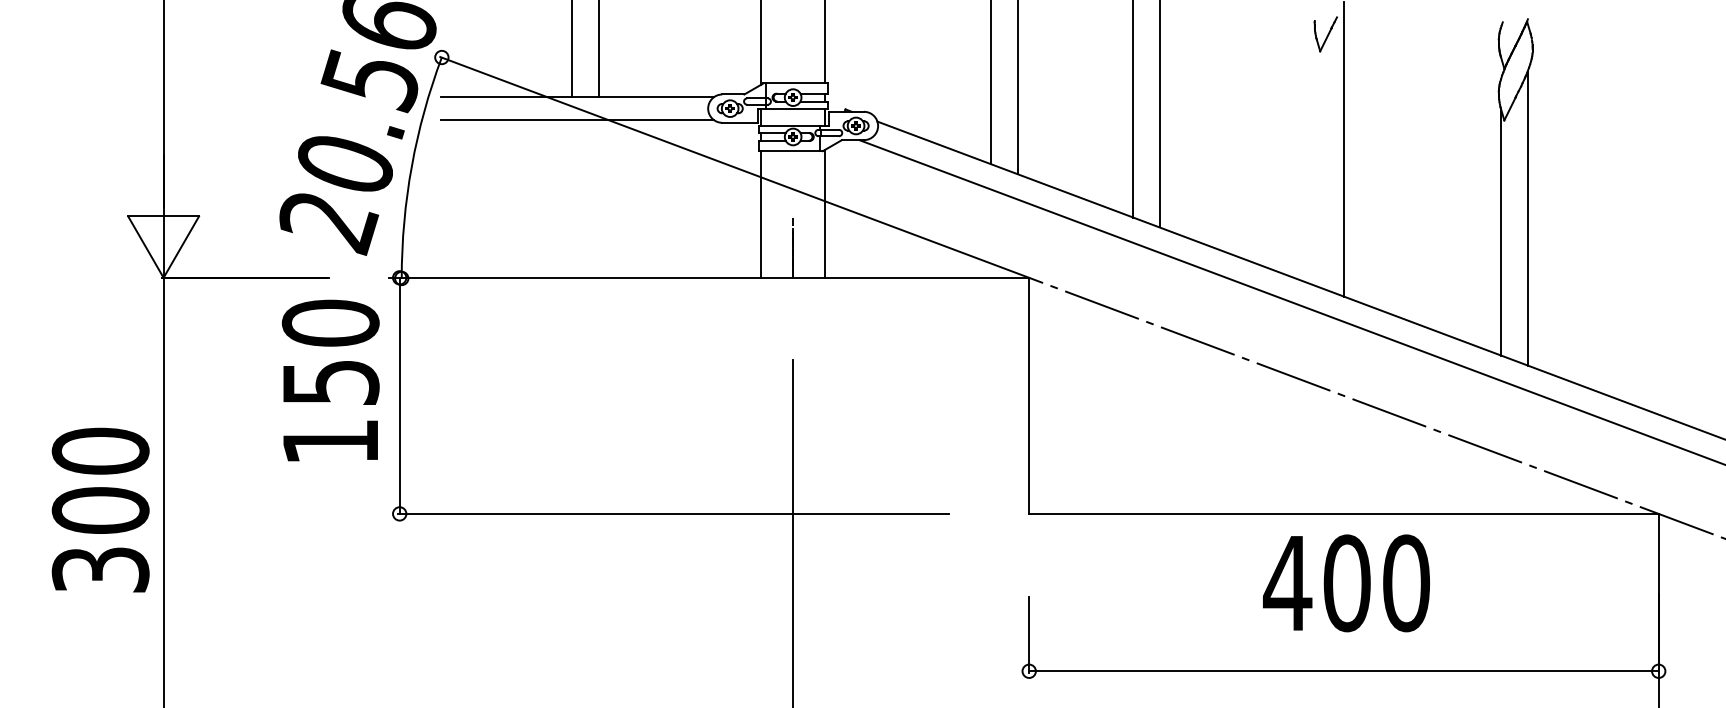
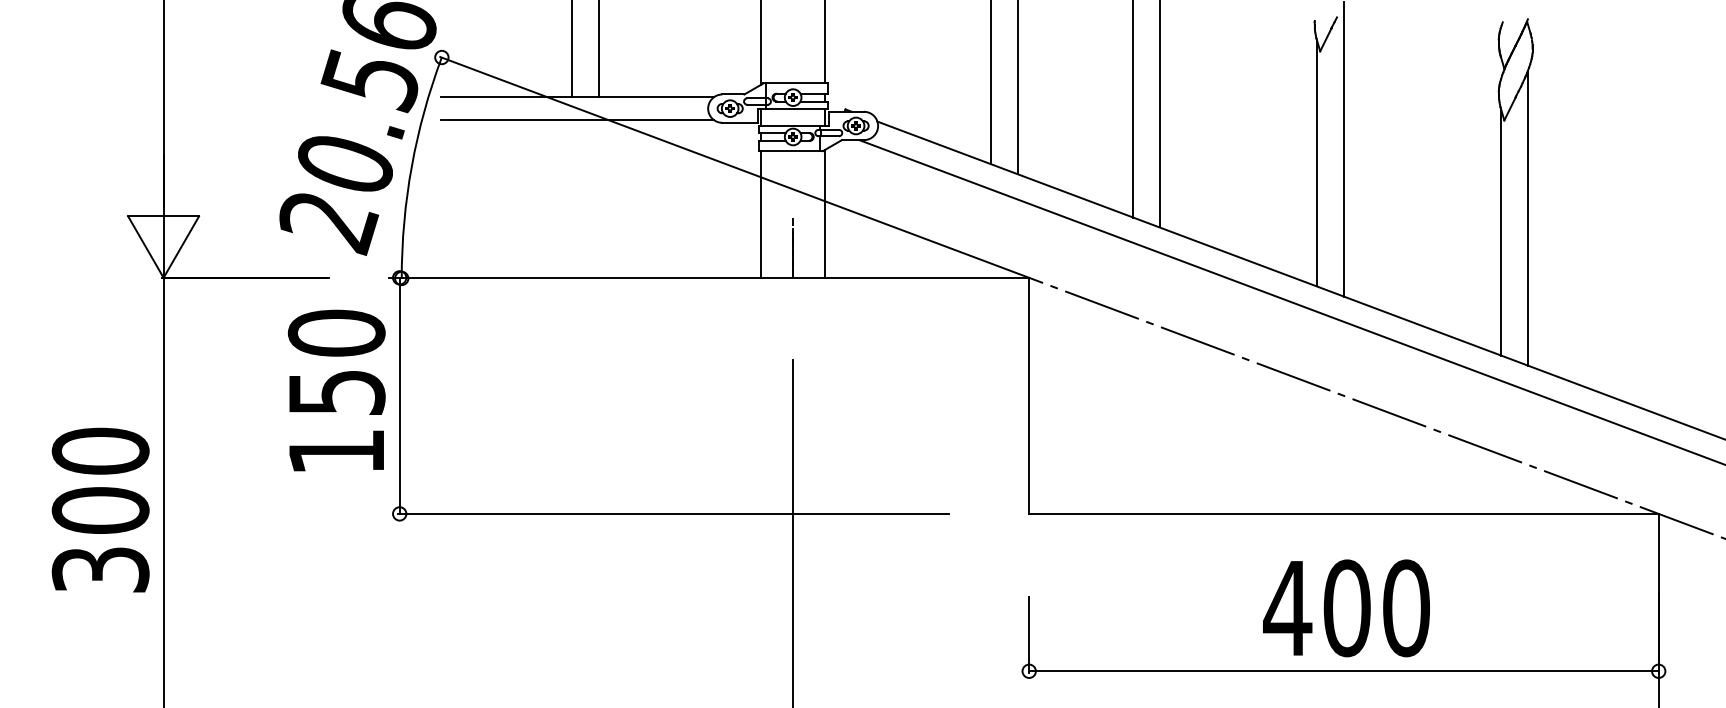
line at (1317, 163): none -> present
text at (330, 380) position: (330, 380) -> (336, 390)
text at (1346, 583) position: (1346, 583) -> (1346, 608)
